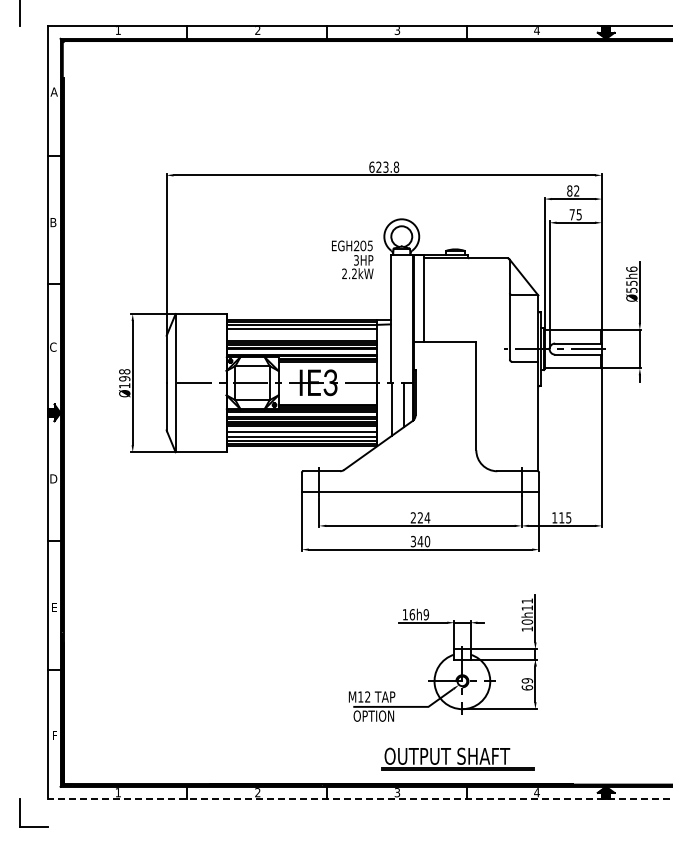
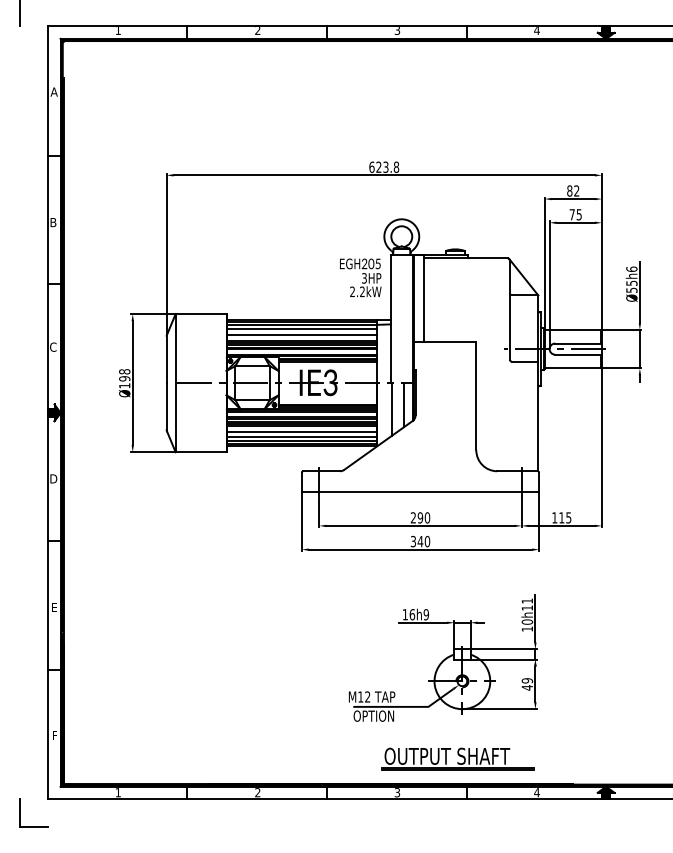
text at (352, 259) position: (352, 259) -> (360, 277)
line at (301, 334): none -> present
text at (423, 517): 224 -> 290
text at (527, 687): 69 -> 49
line at (359, 799): dashed -> solid
